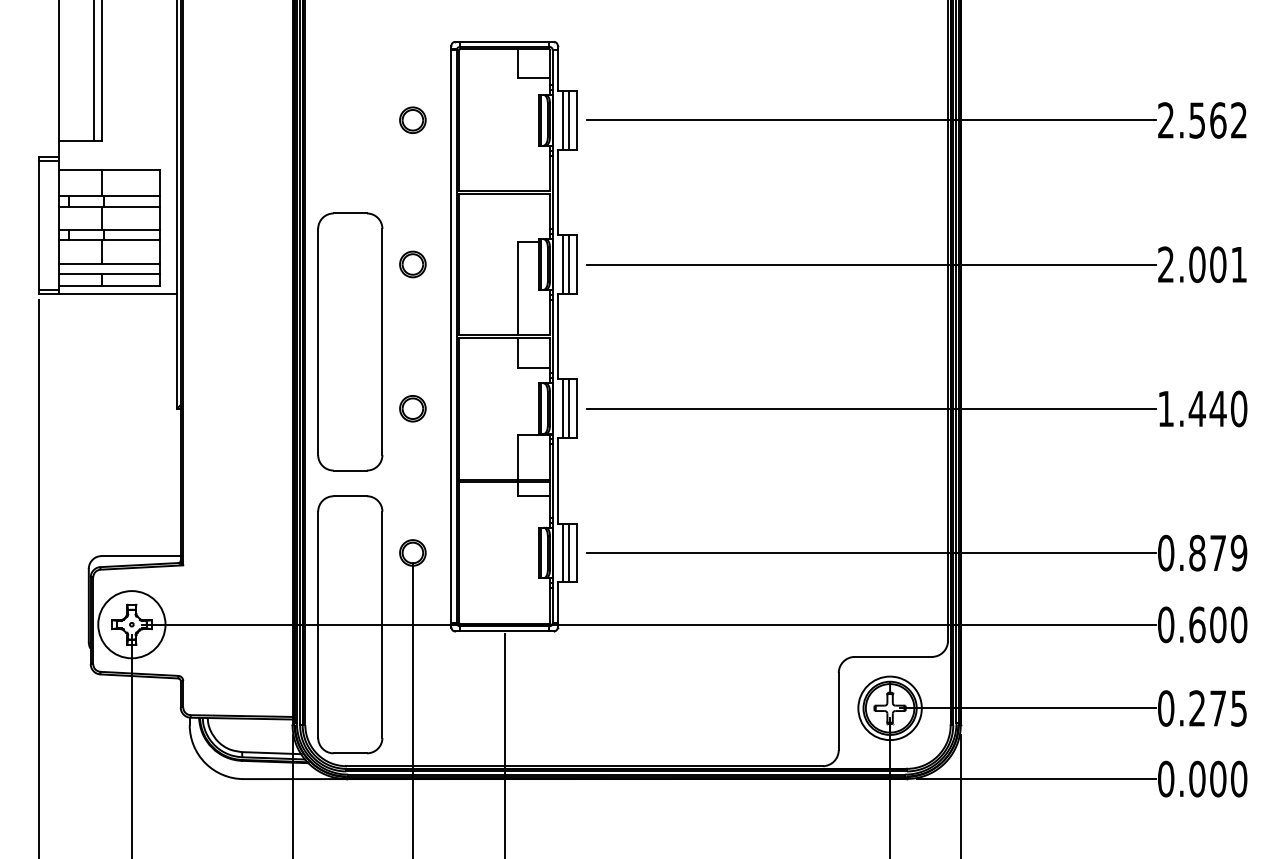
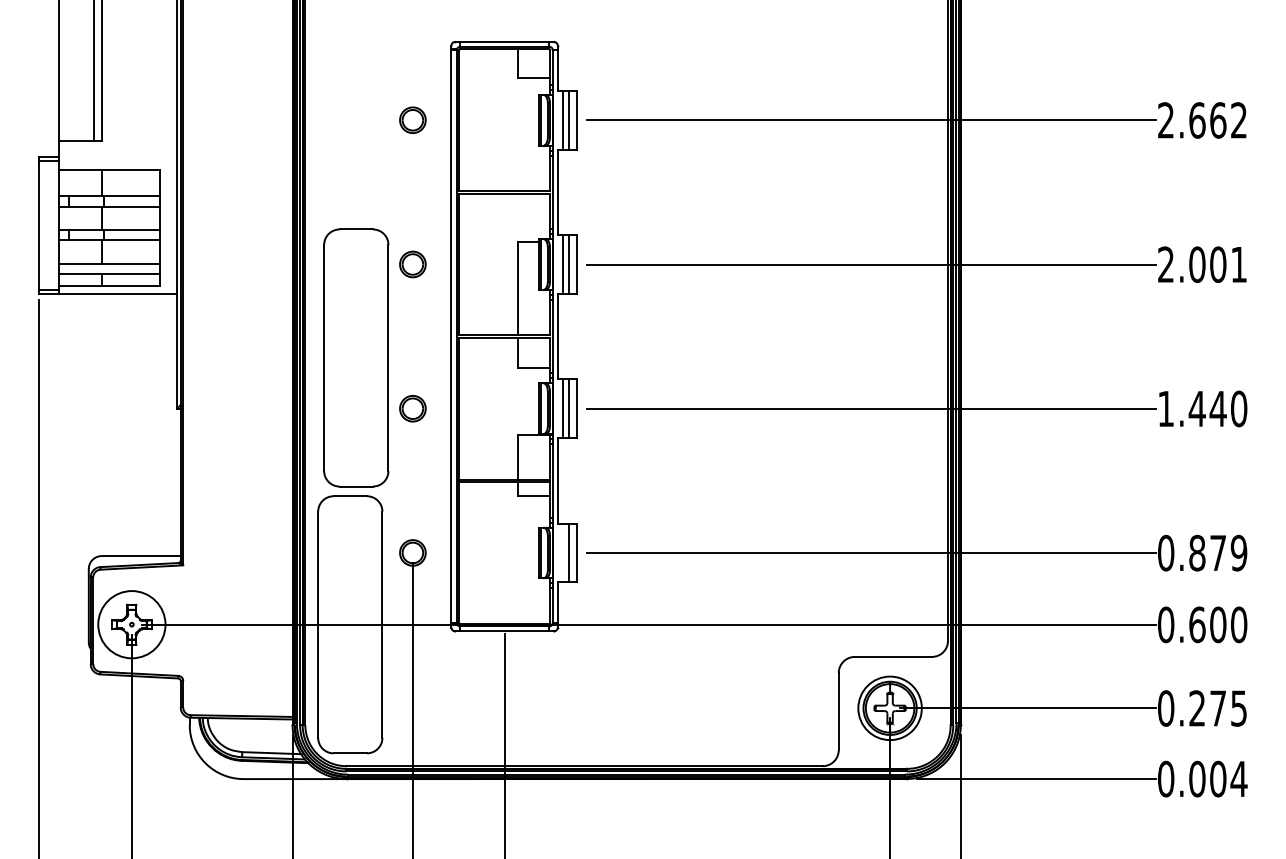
text at (1197, 120): 2.562 -> 2.662
part at (350, 341) position: (350, 341) -> (356, 357)
line at (563, 552): present -> none
text at (1238, 778): 0.000 -> 0.004
